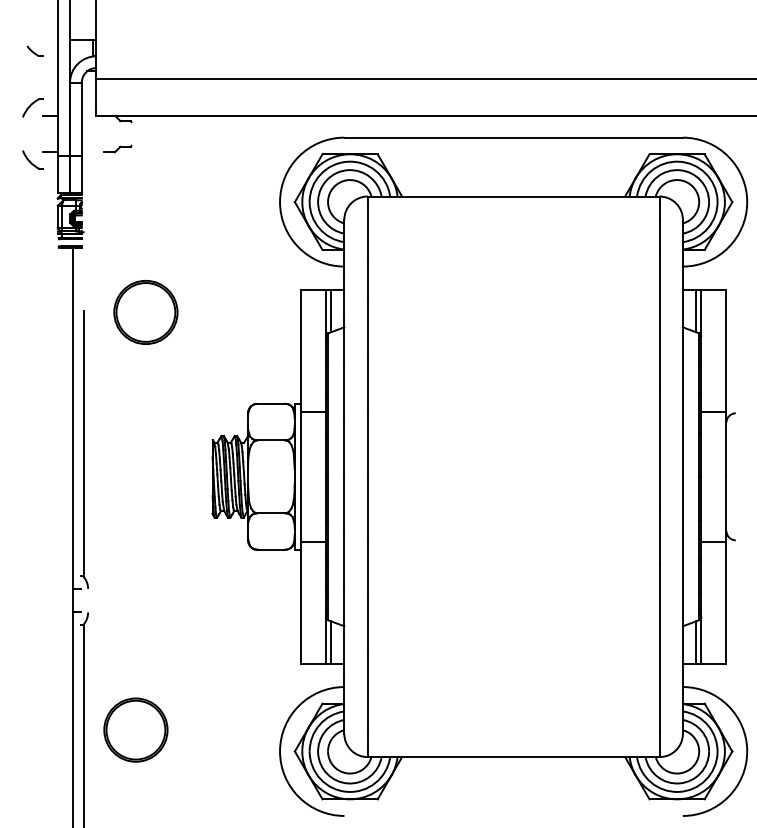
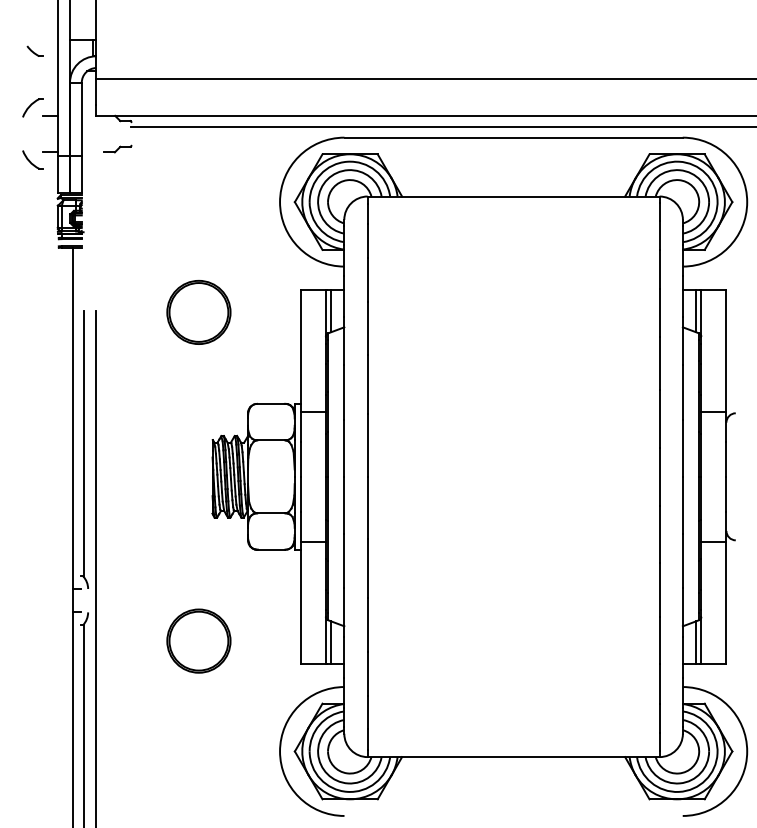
line at (442, 126): none -> present
part at (145, 312) position: (145, 312) -> (198, 312)
line at (96, 567): none -> present
part at (135, 729) position: (135, 729) -> (198, 640)
